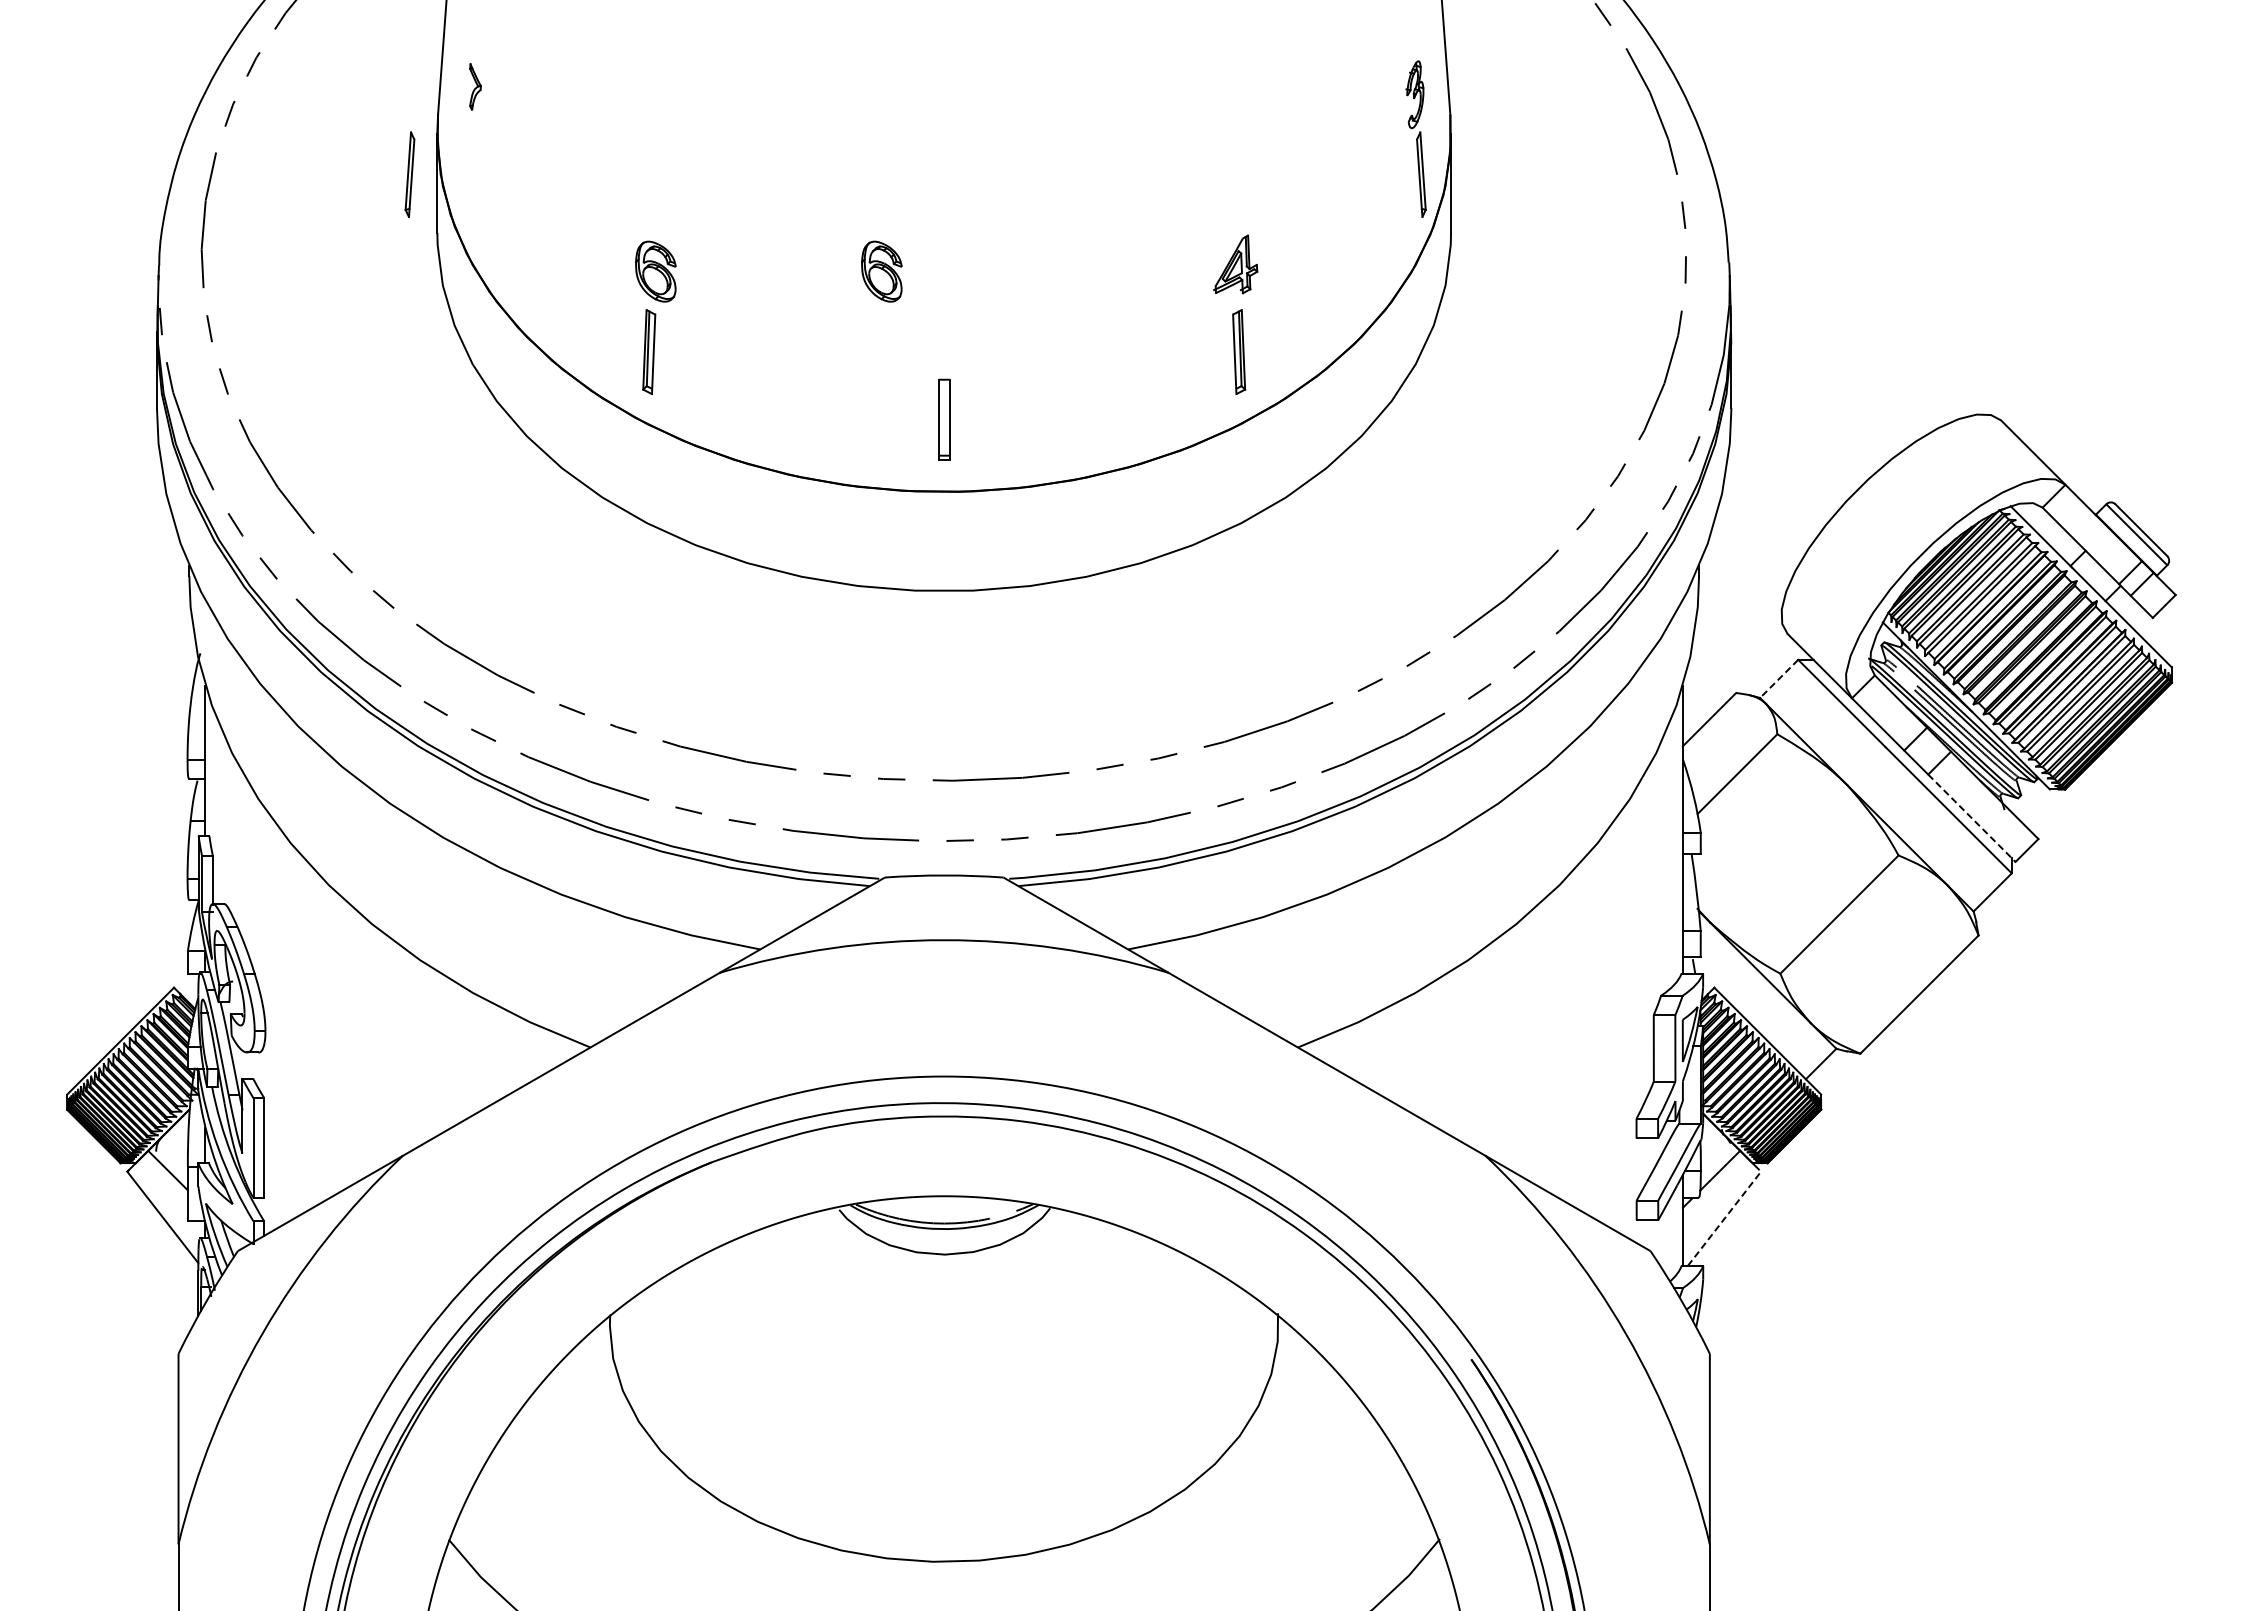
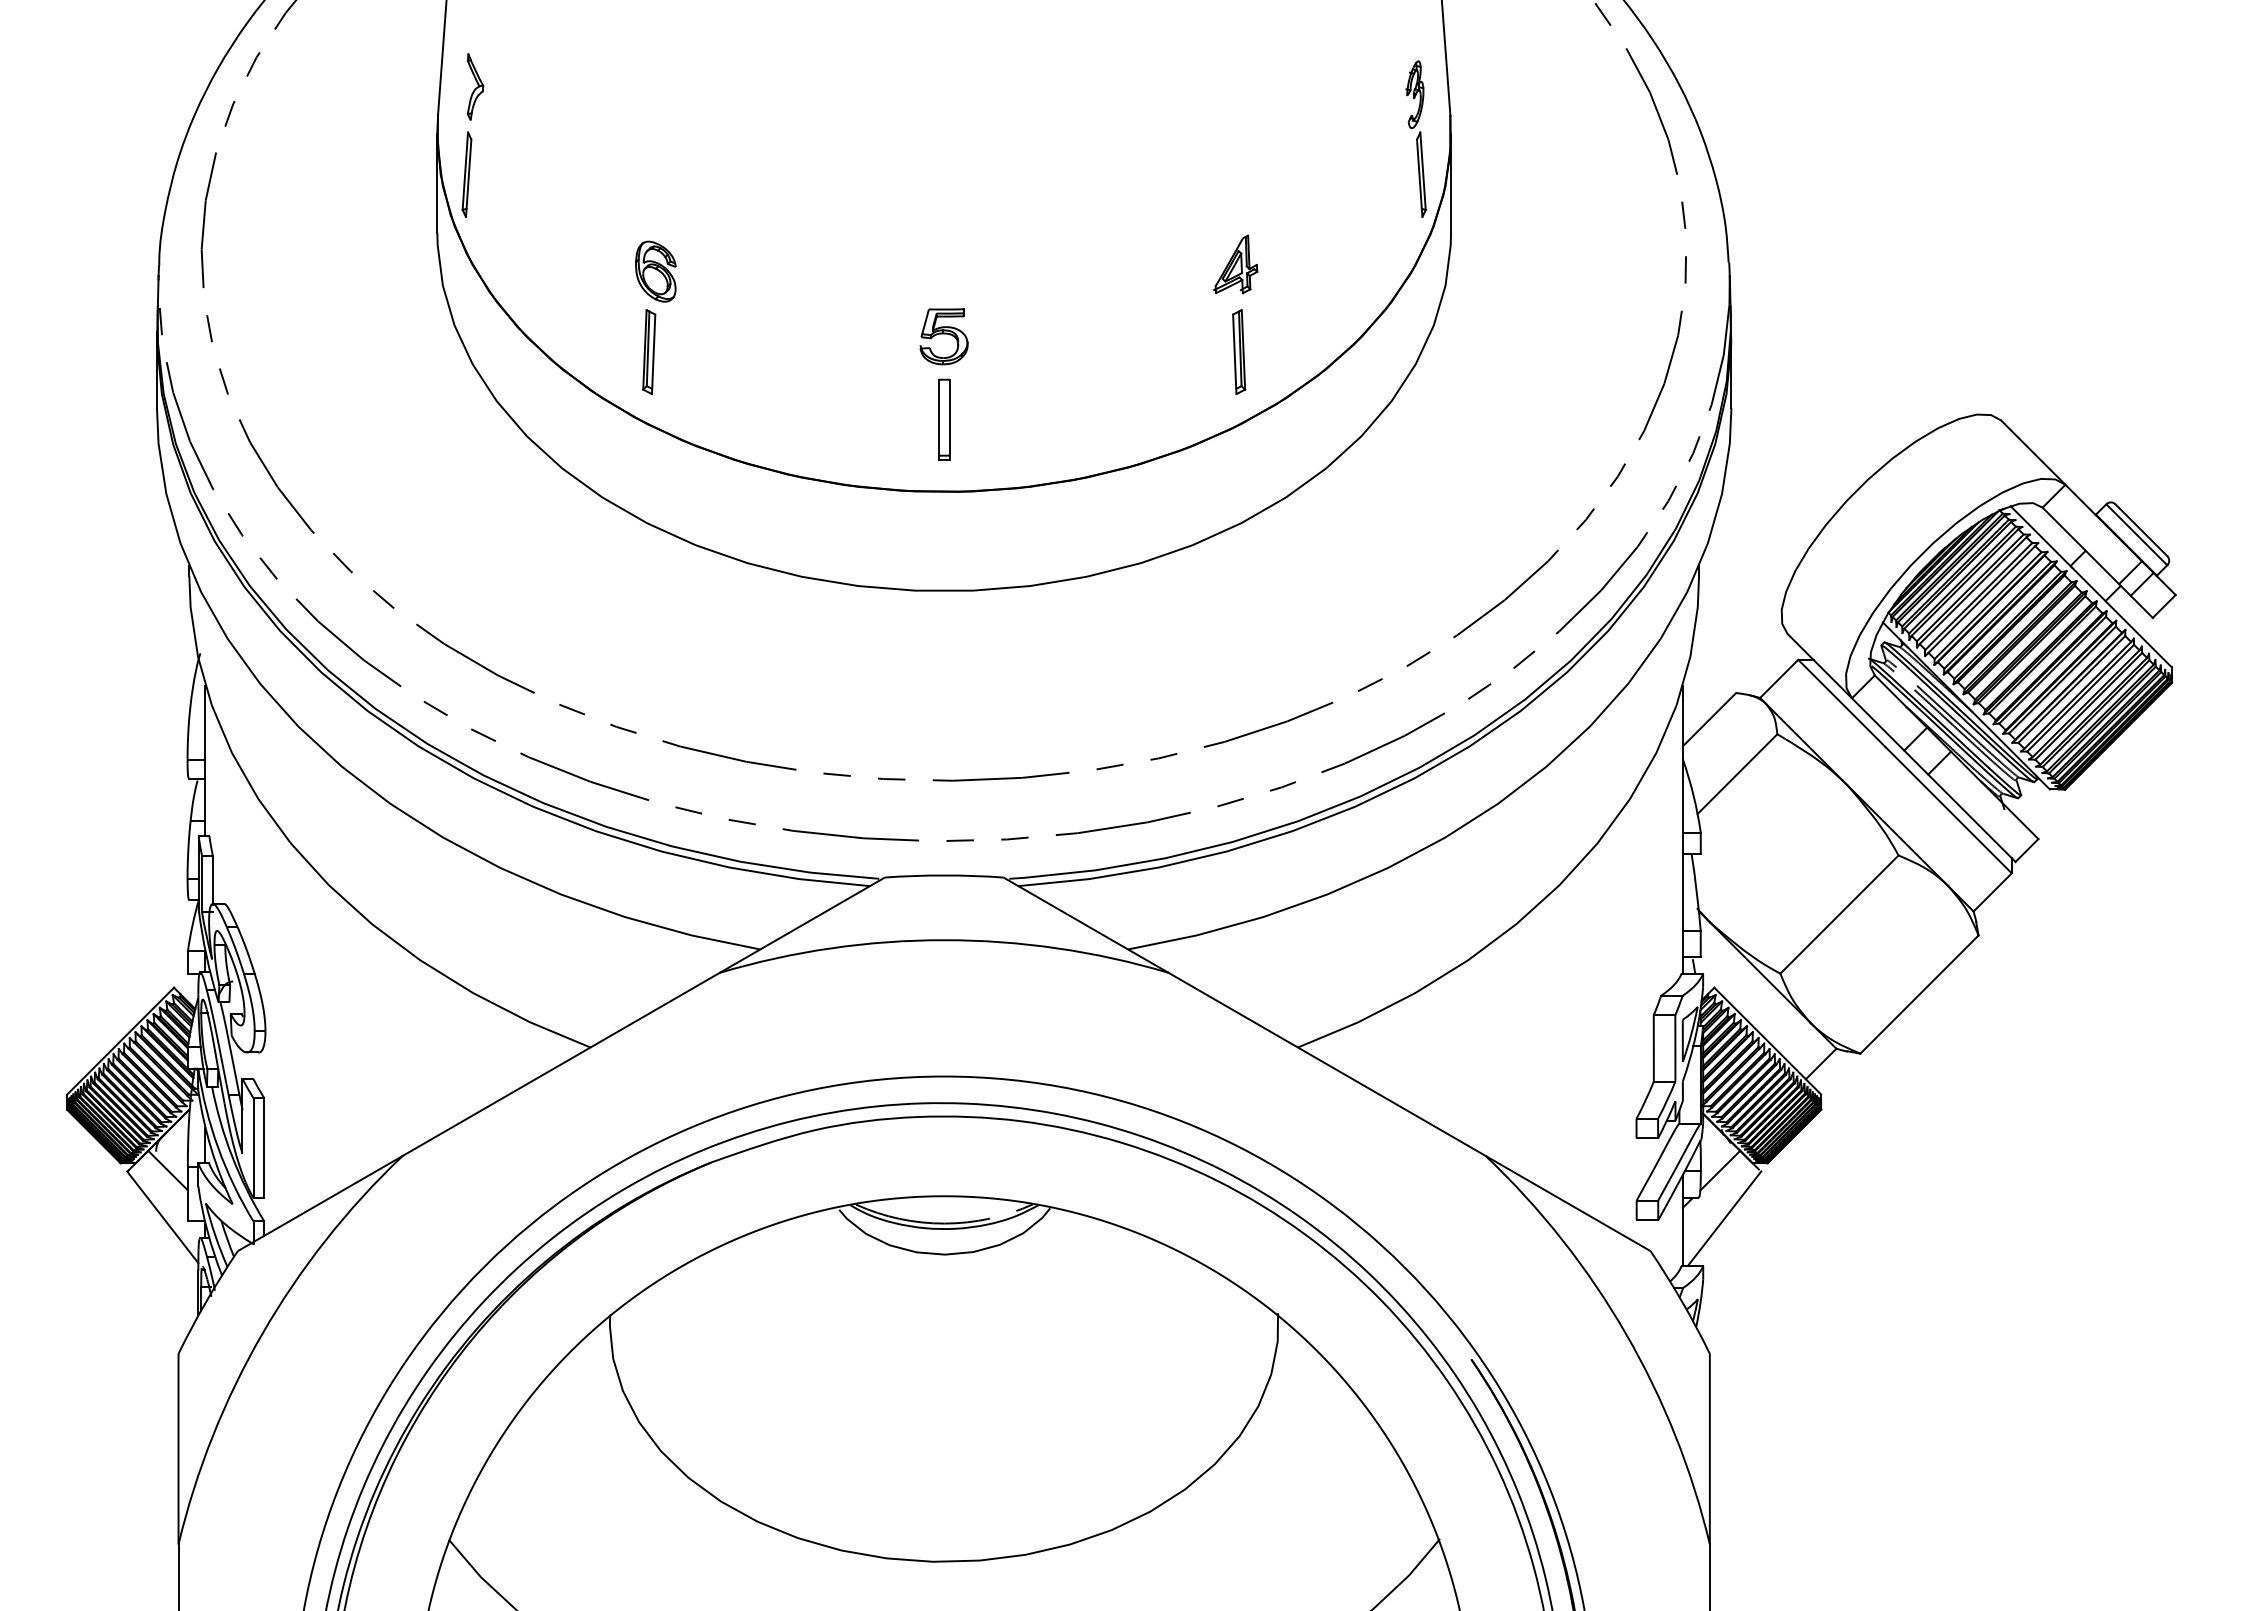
part at (475, 86) size: 13x48 px -> 19x68 px
part at (409, 174) position: (409, 174) -> (466, 174)
part at (881, 271): present -> none
part at (943, 336): none -> present
line at (1779, 678): dashed -> solid
line at (1971, 818): dashed -> solid
line at (1724, 1218): dashed -> solid
